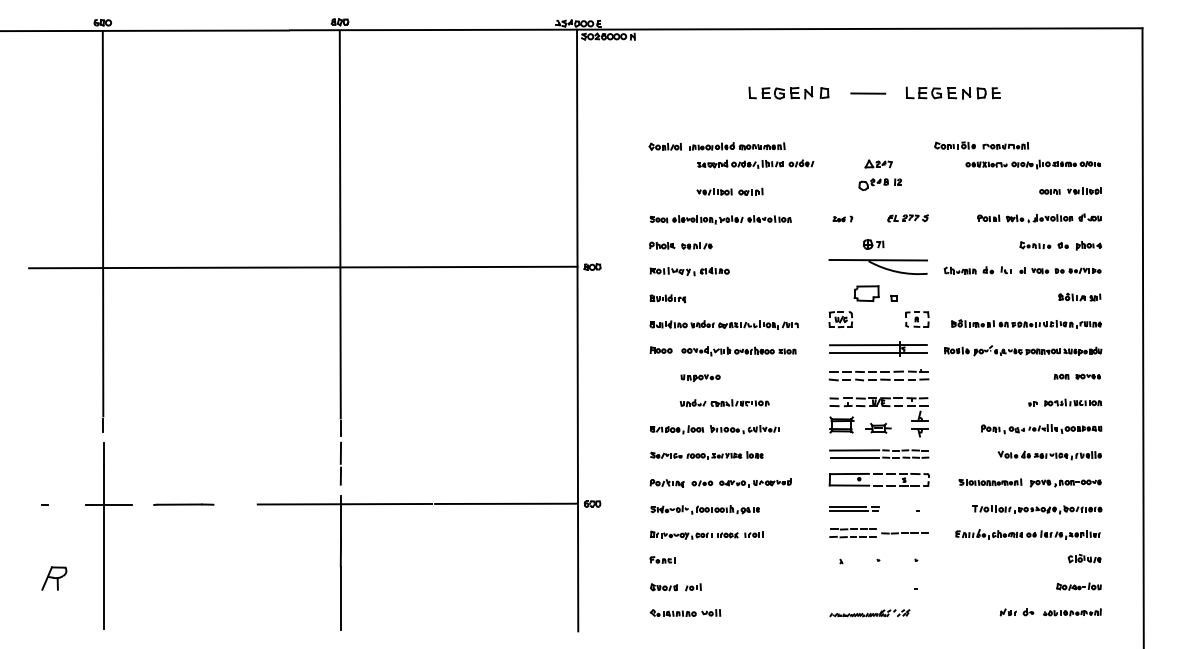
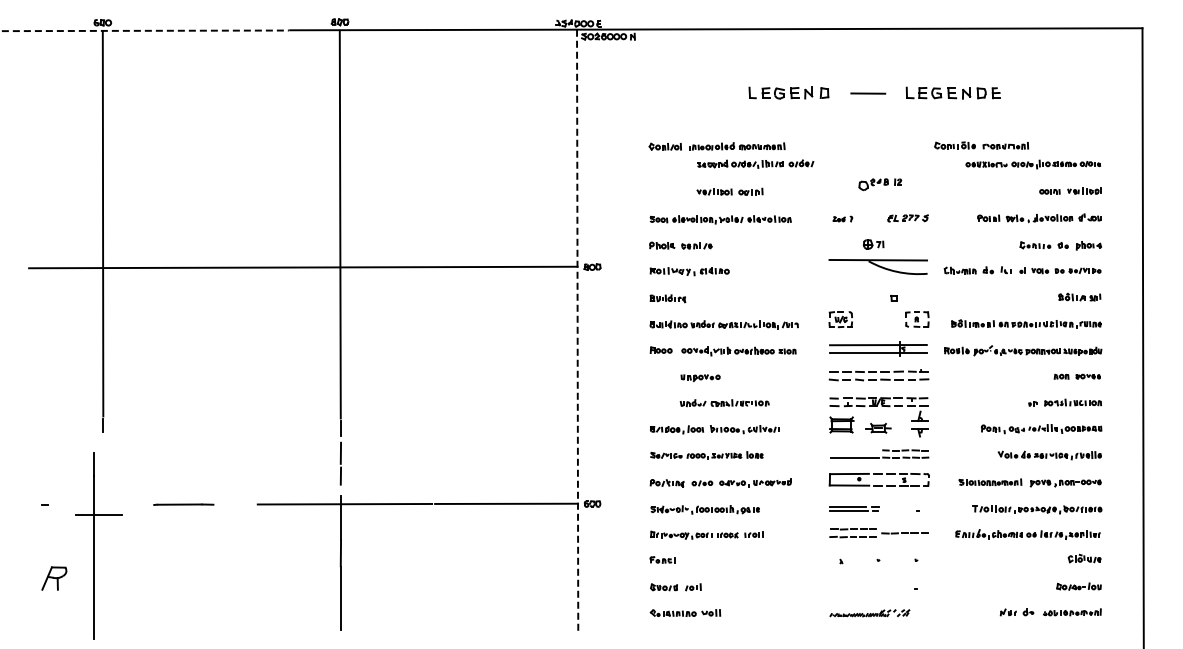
line at (145, 30): solid -> dashed
part at (878, 163): present -> none
part at (866, 293): present -> none
line at (577, 330): solid -> dashed
line at (854, 450): present -> none
part at (108, 535) position: (108, 535) -> (98, 545)
